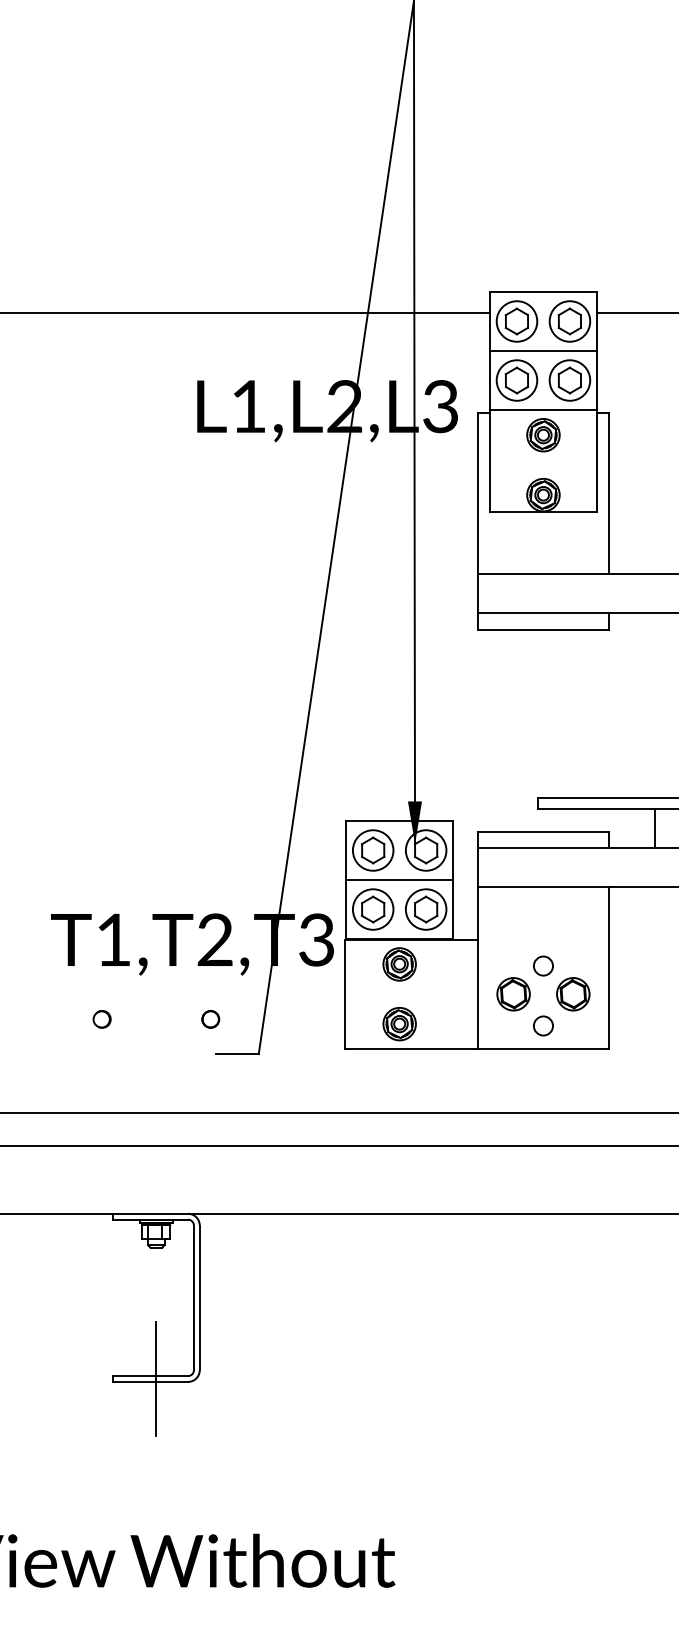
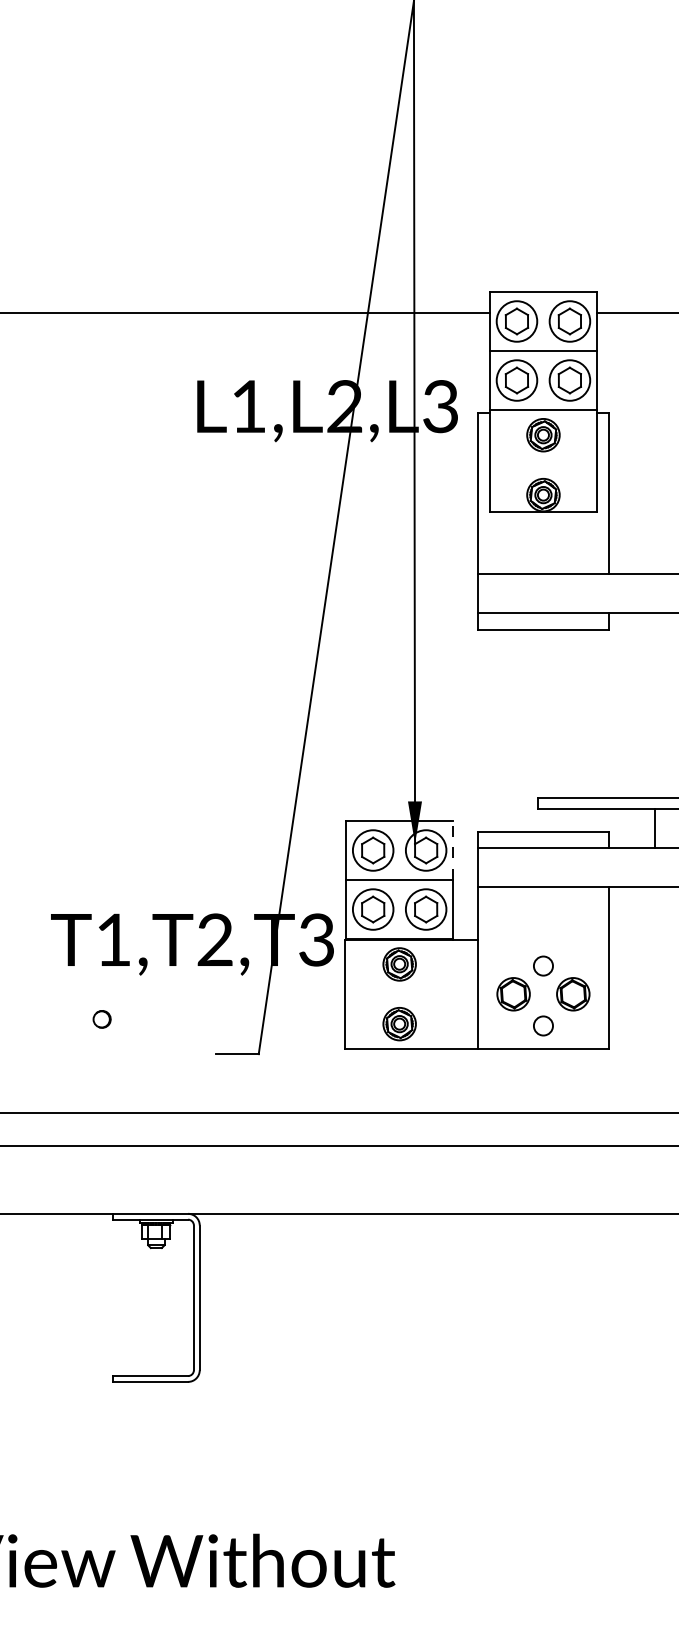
line at (453, 850): solid -> dashed
part at (210, 1019): present -> none
line at (156, 1378): present -> none
